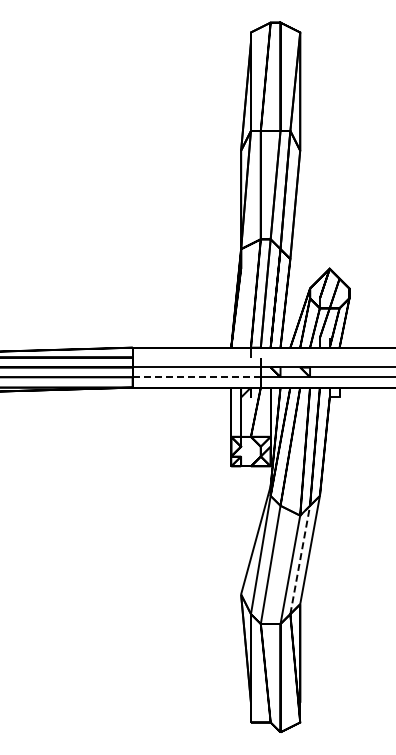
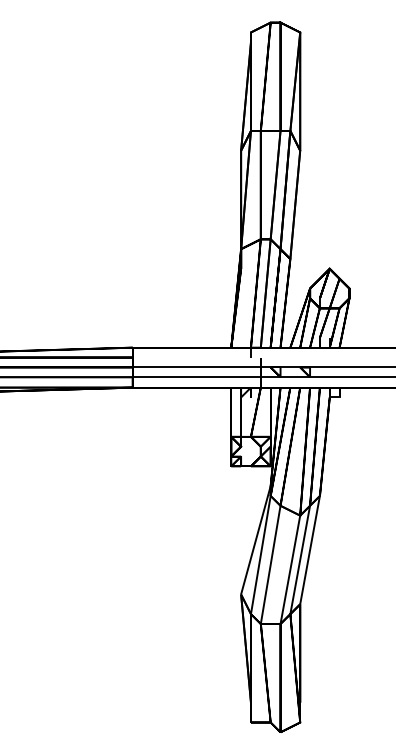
line at (190, 377): dashed -> solid
line at (301, 552): dashed -> solid
